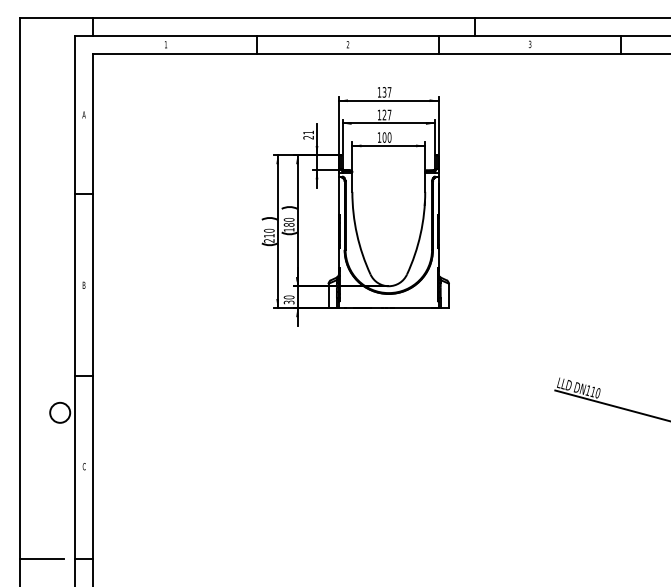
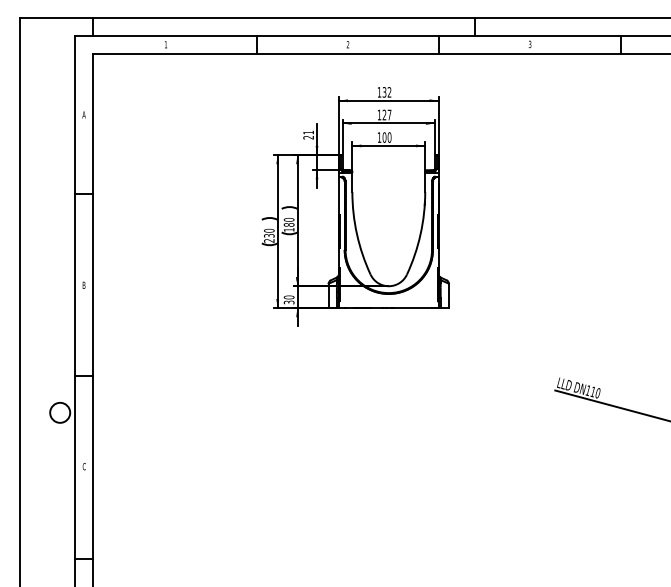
text at (389, 92): 137 -> 132
text at (269, 235): 210 -> 230
line at (41, 558): present -> none
